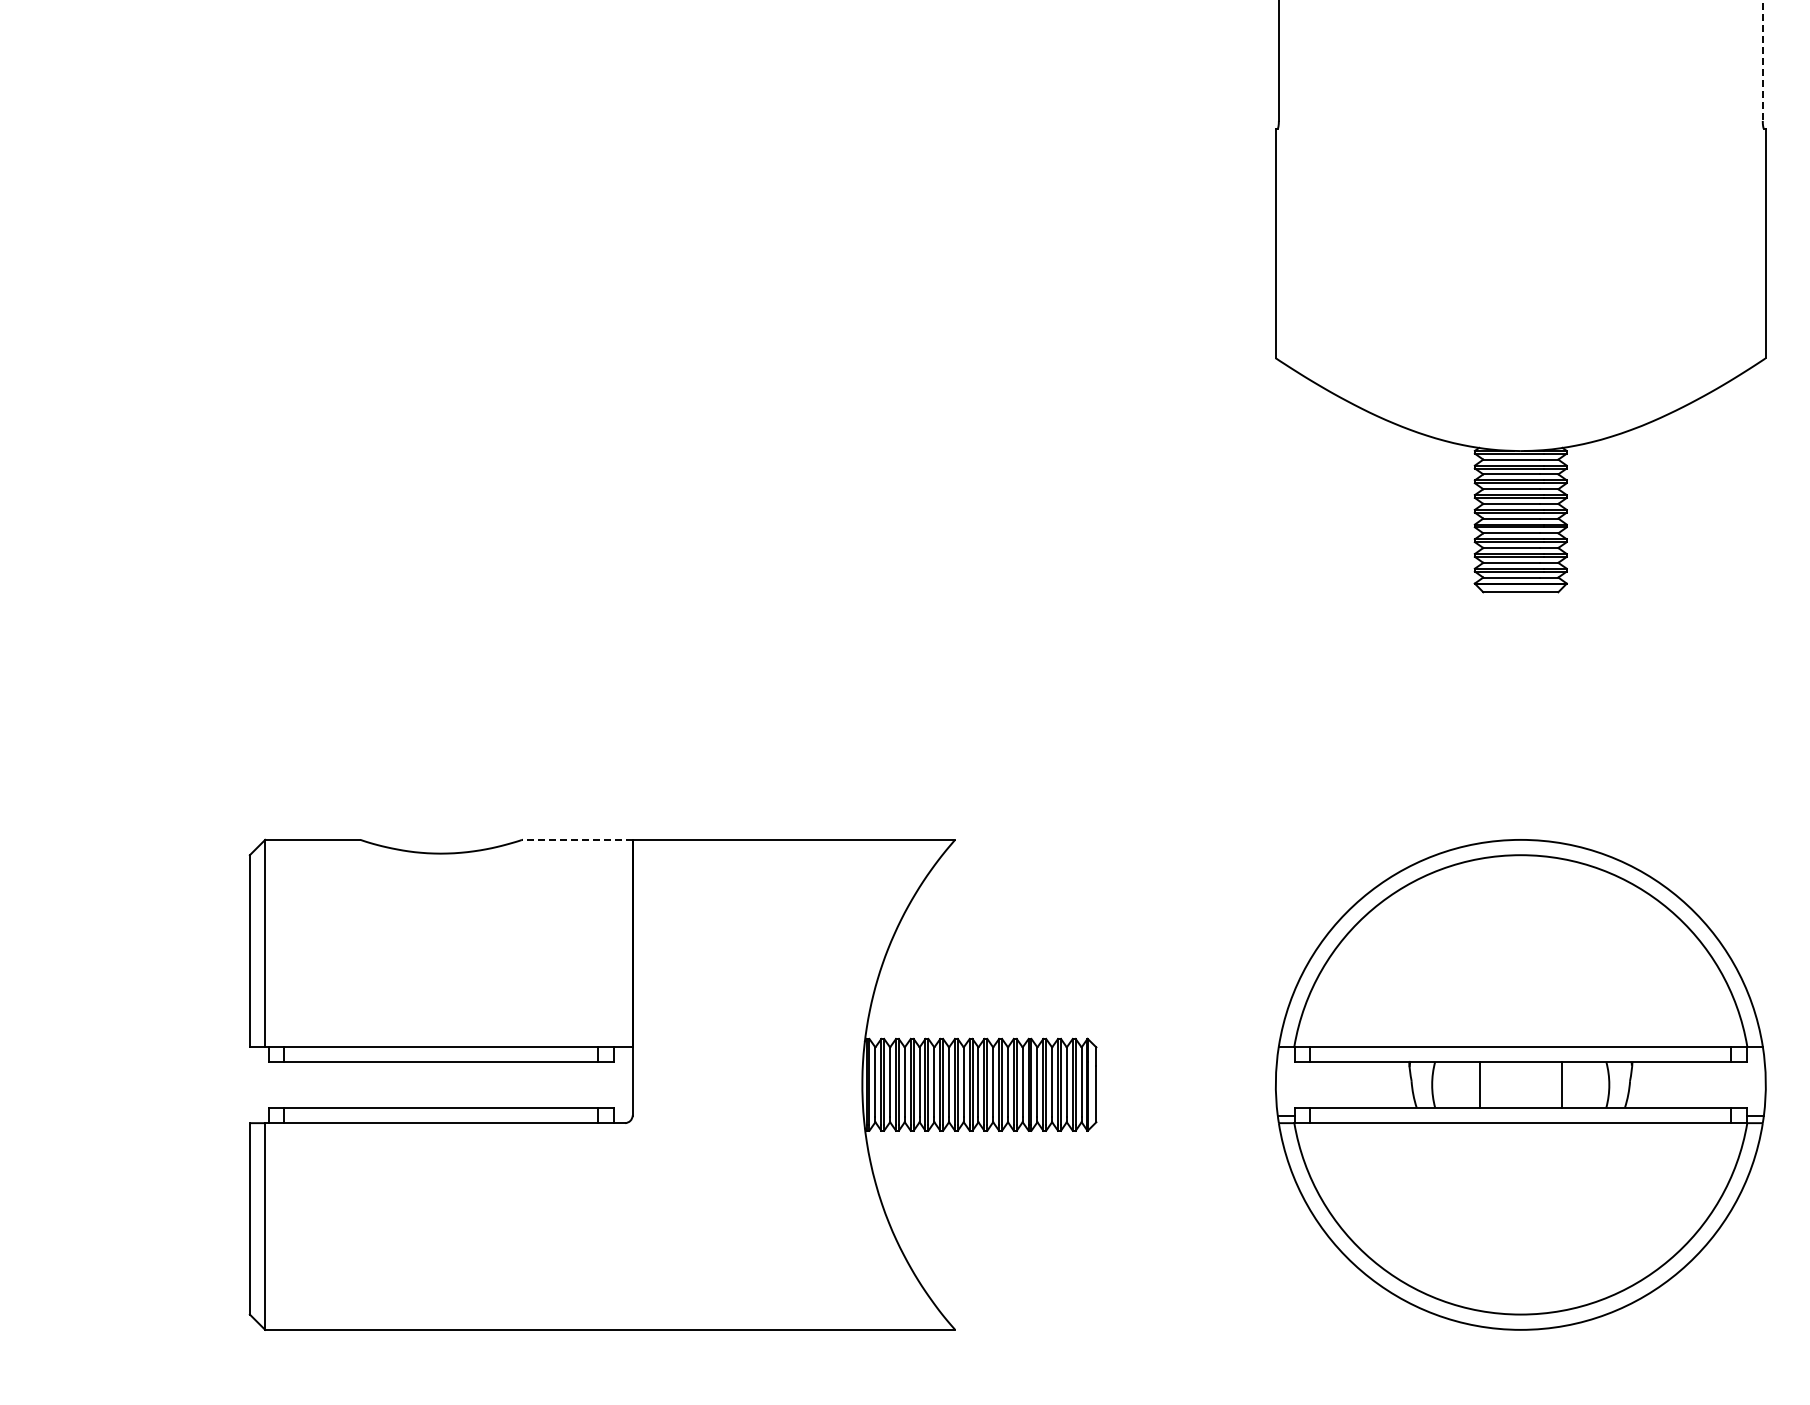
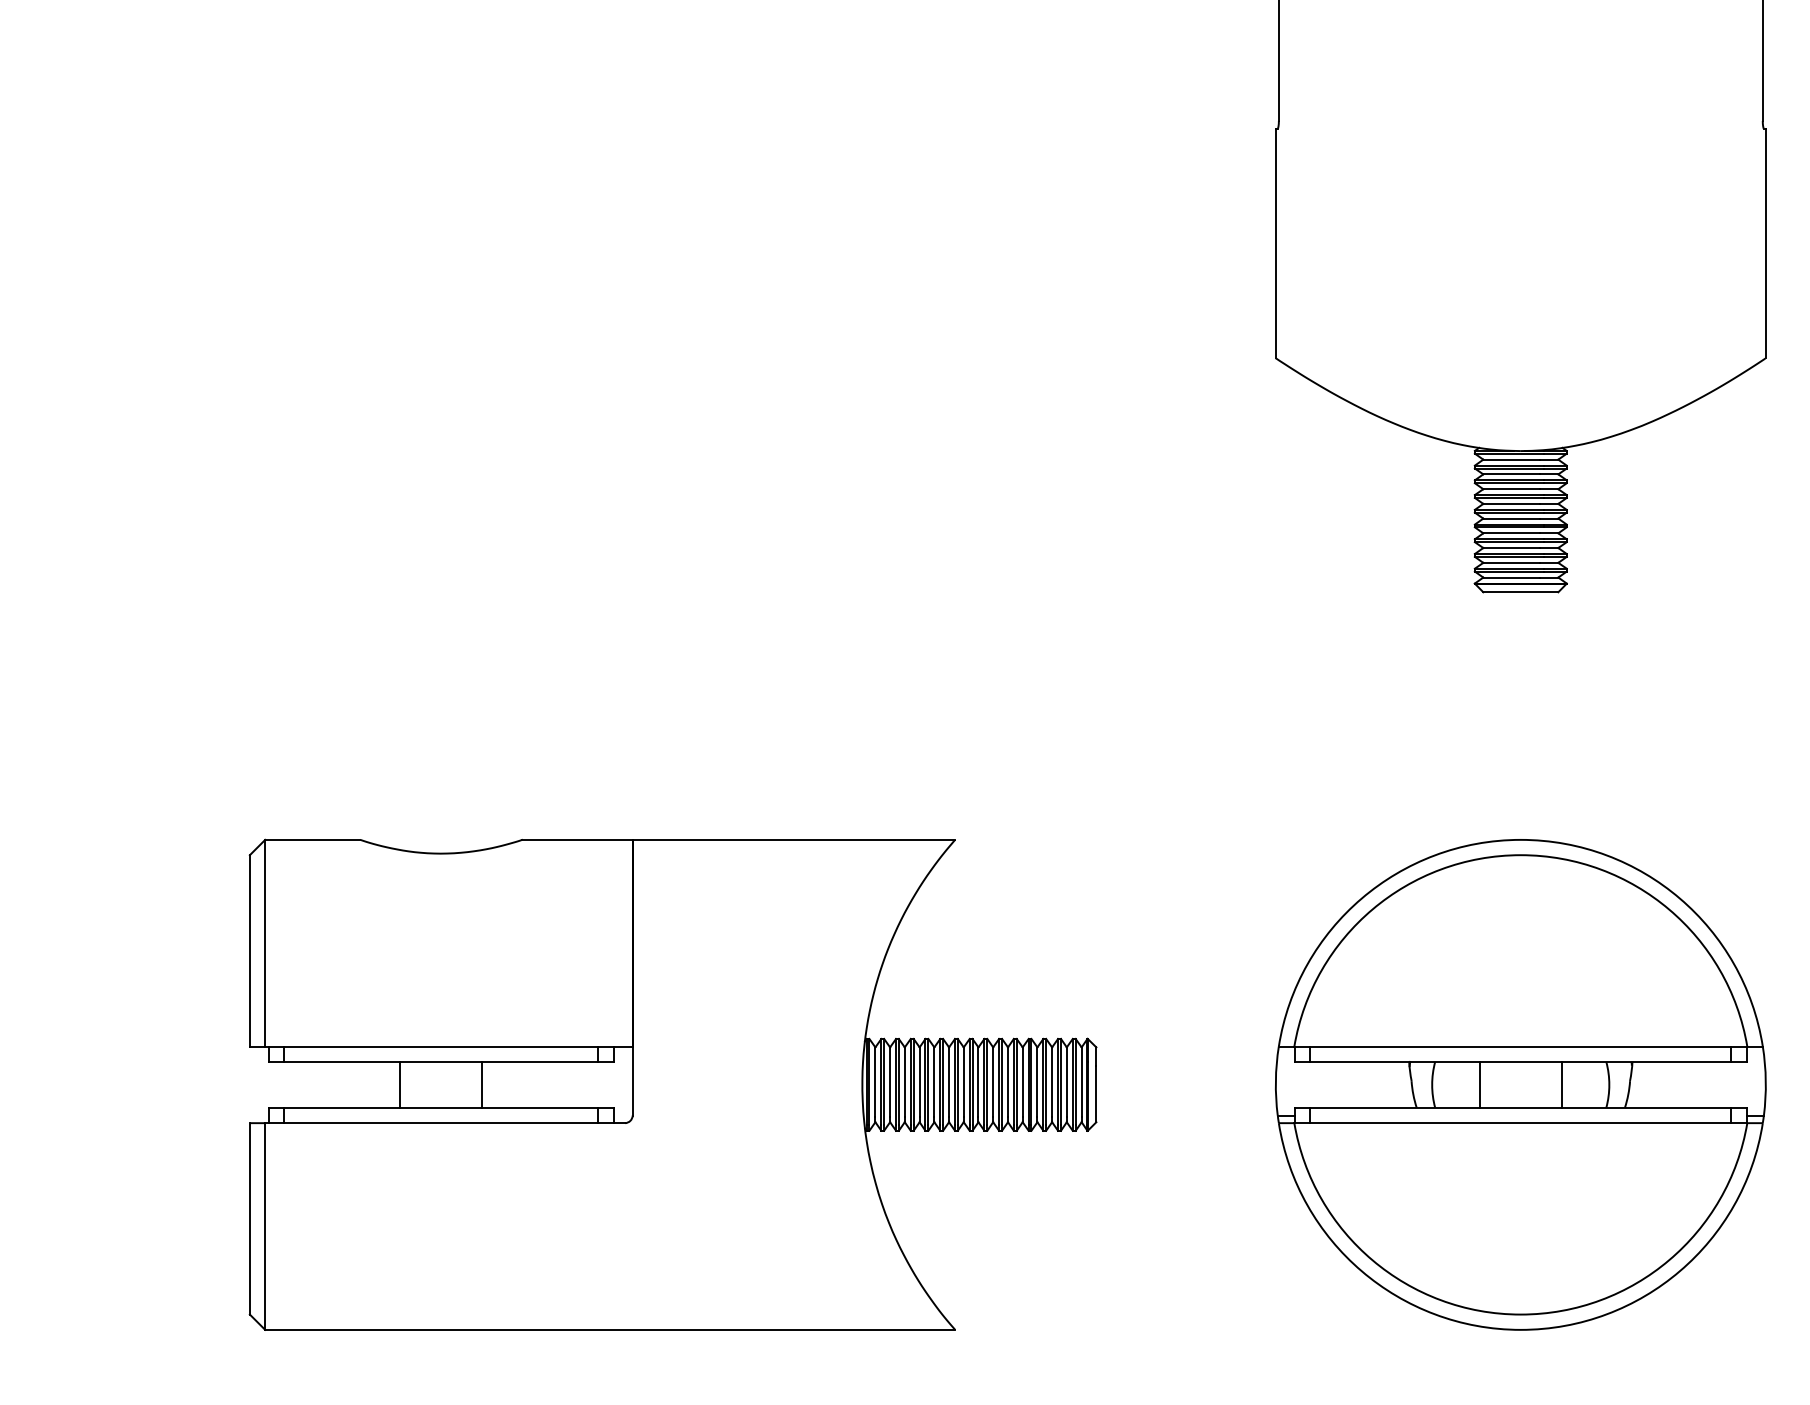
line at (1762, 60): dashed -> solid
line at (577, 839): dashed -> solid
line at (400, 1084): none -> present
line at (482, 1084): none -> present
